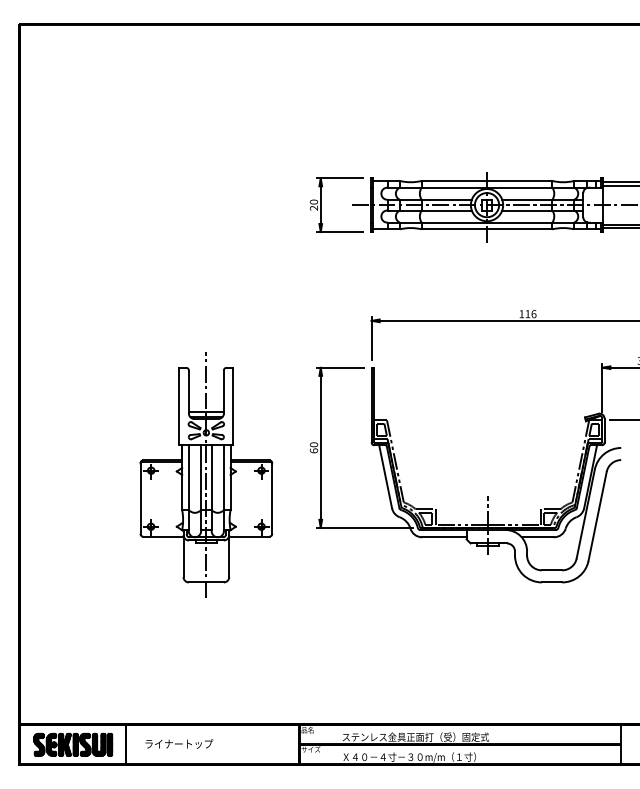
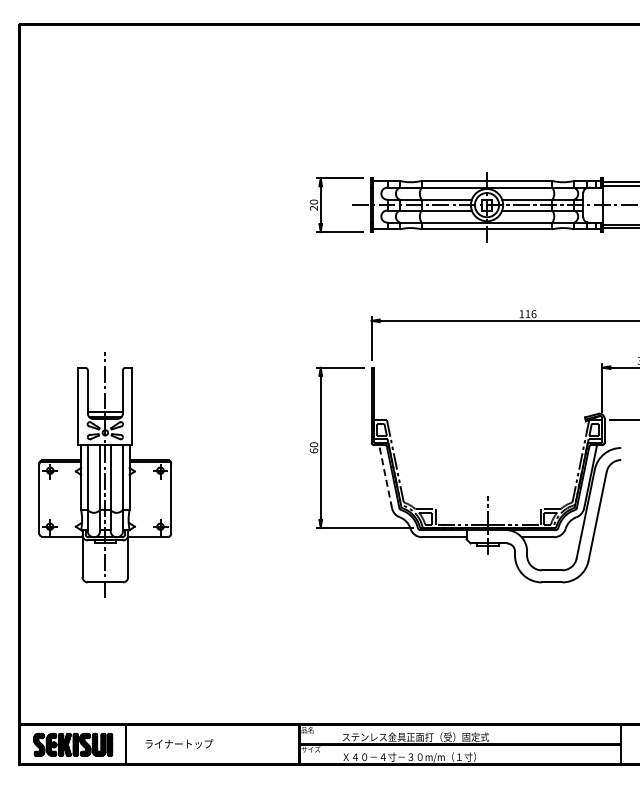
part at (206, 474) position: (206, 474) -> (105, 474)
line at (385, 476): solid -> dashed
